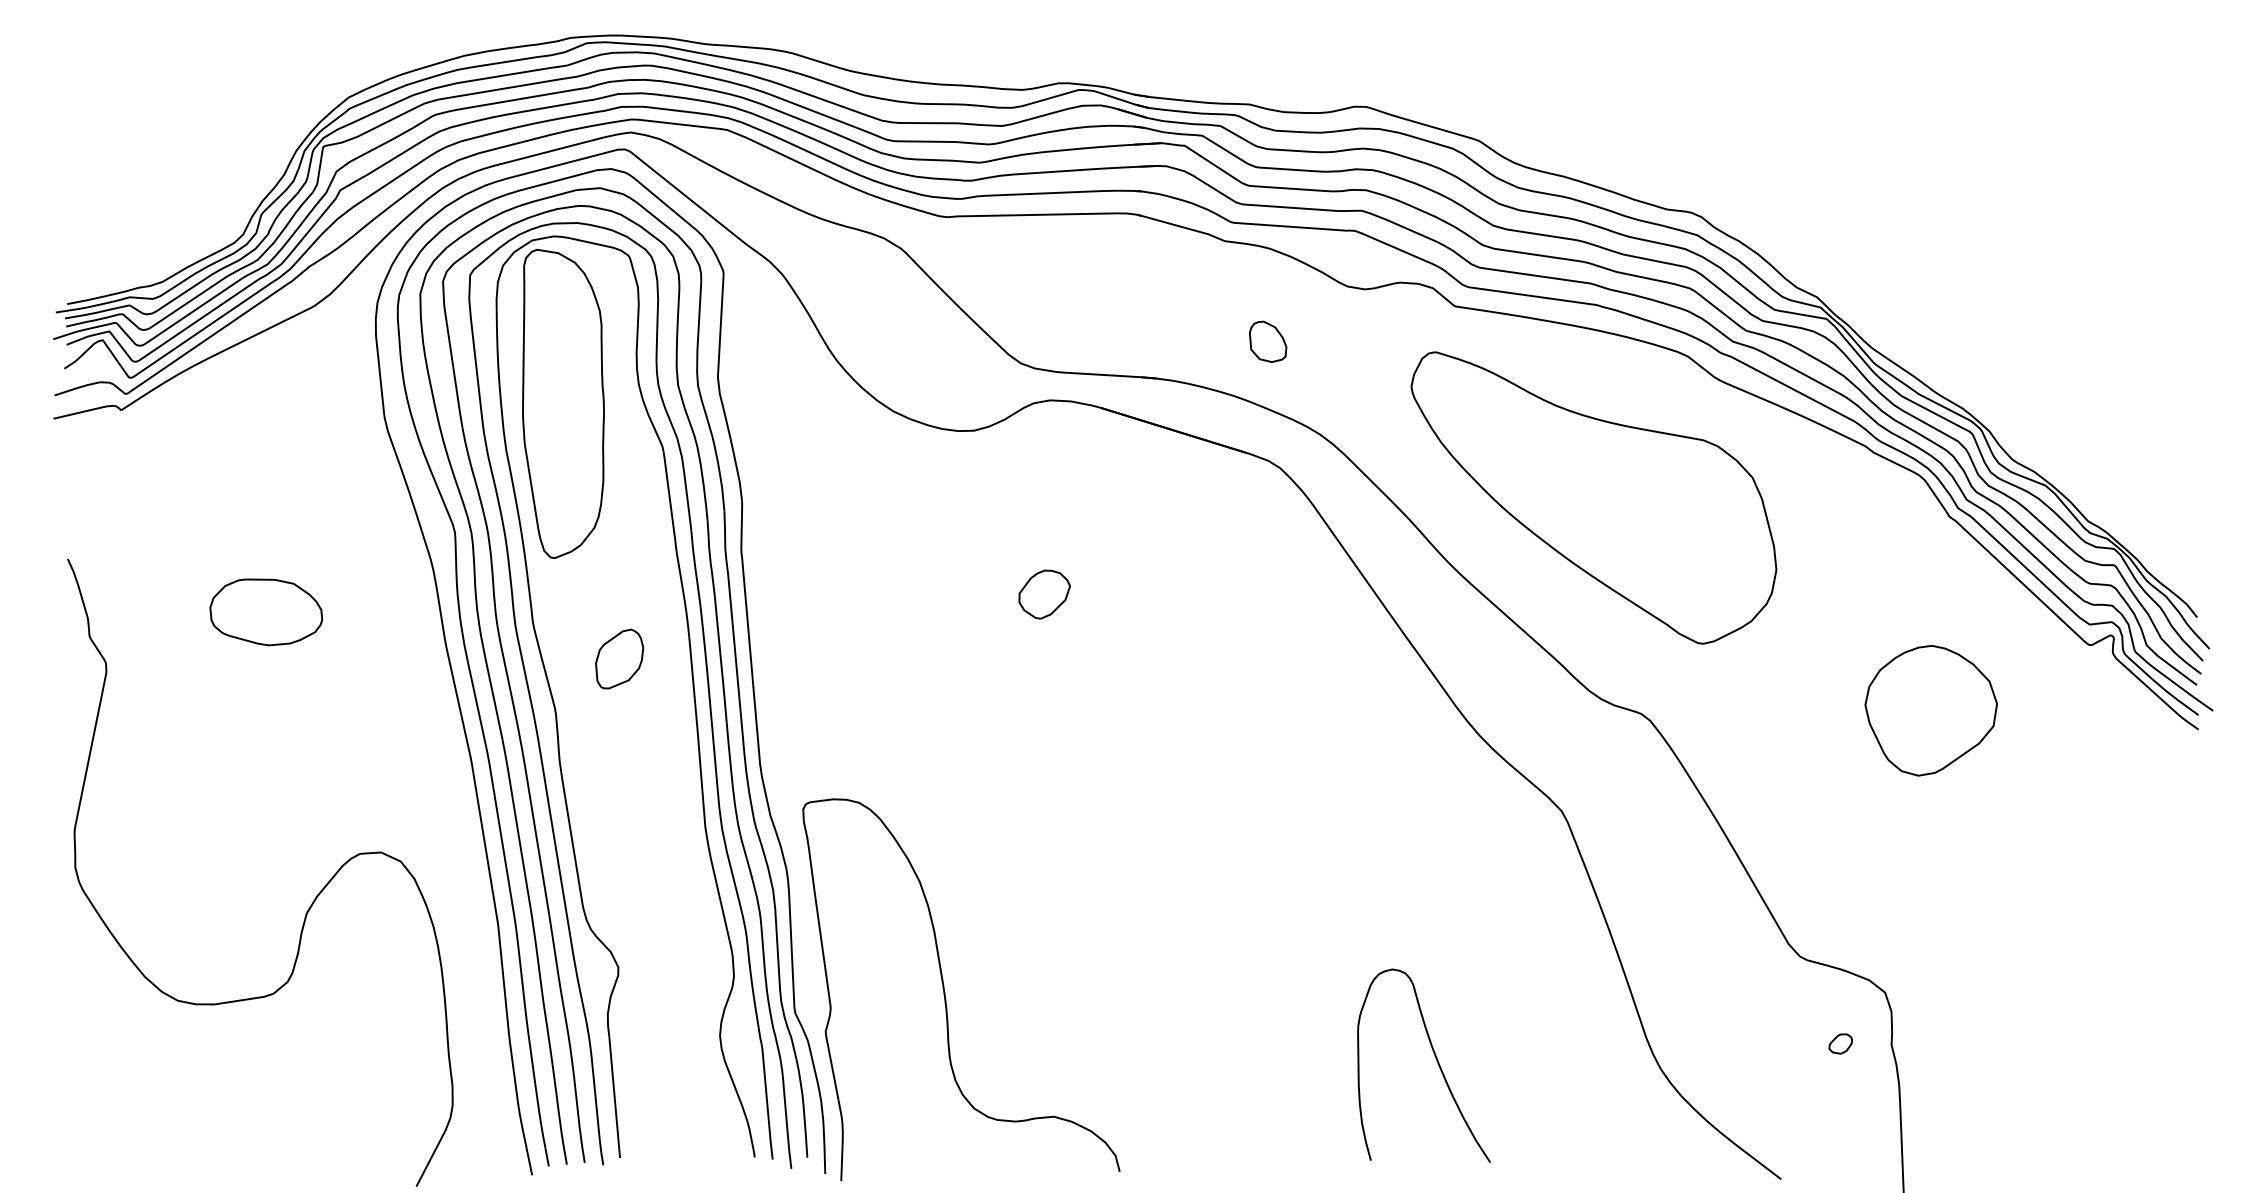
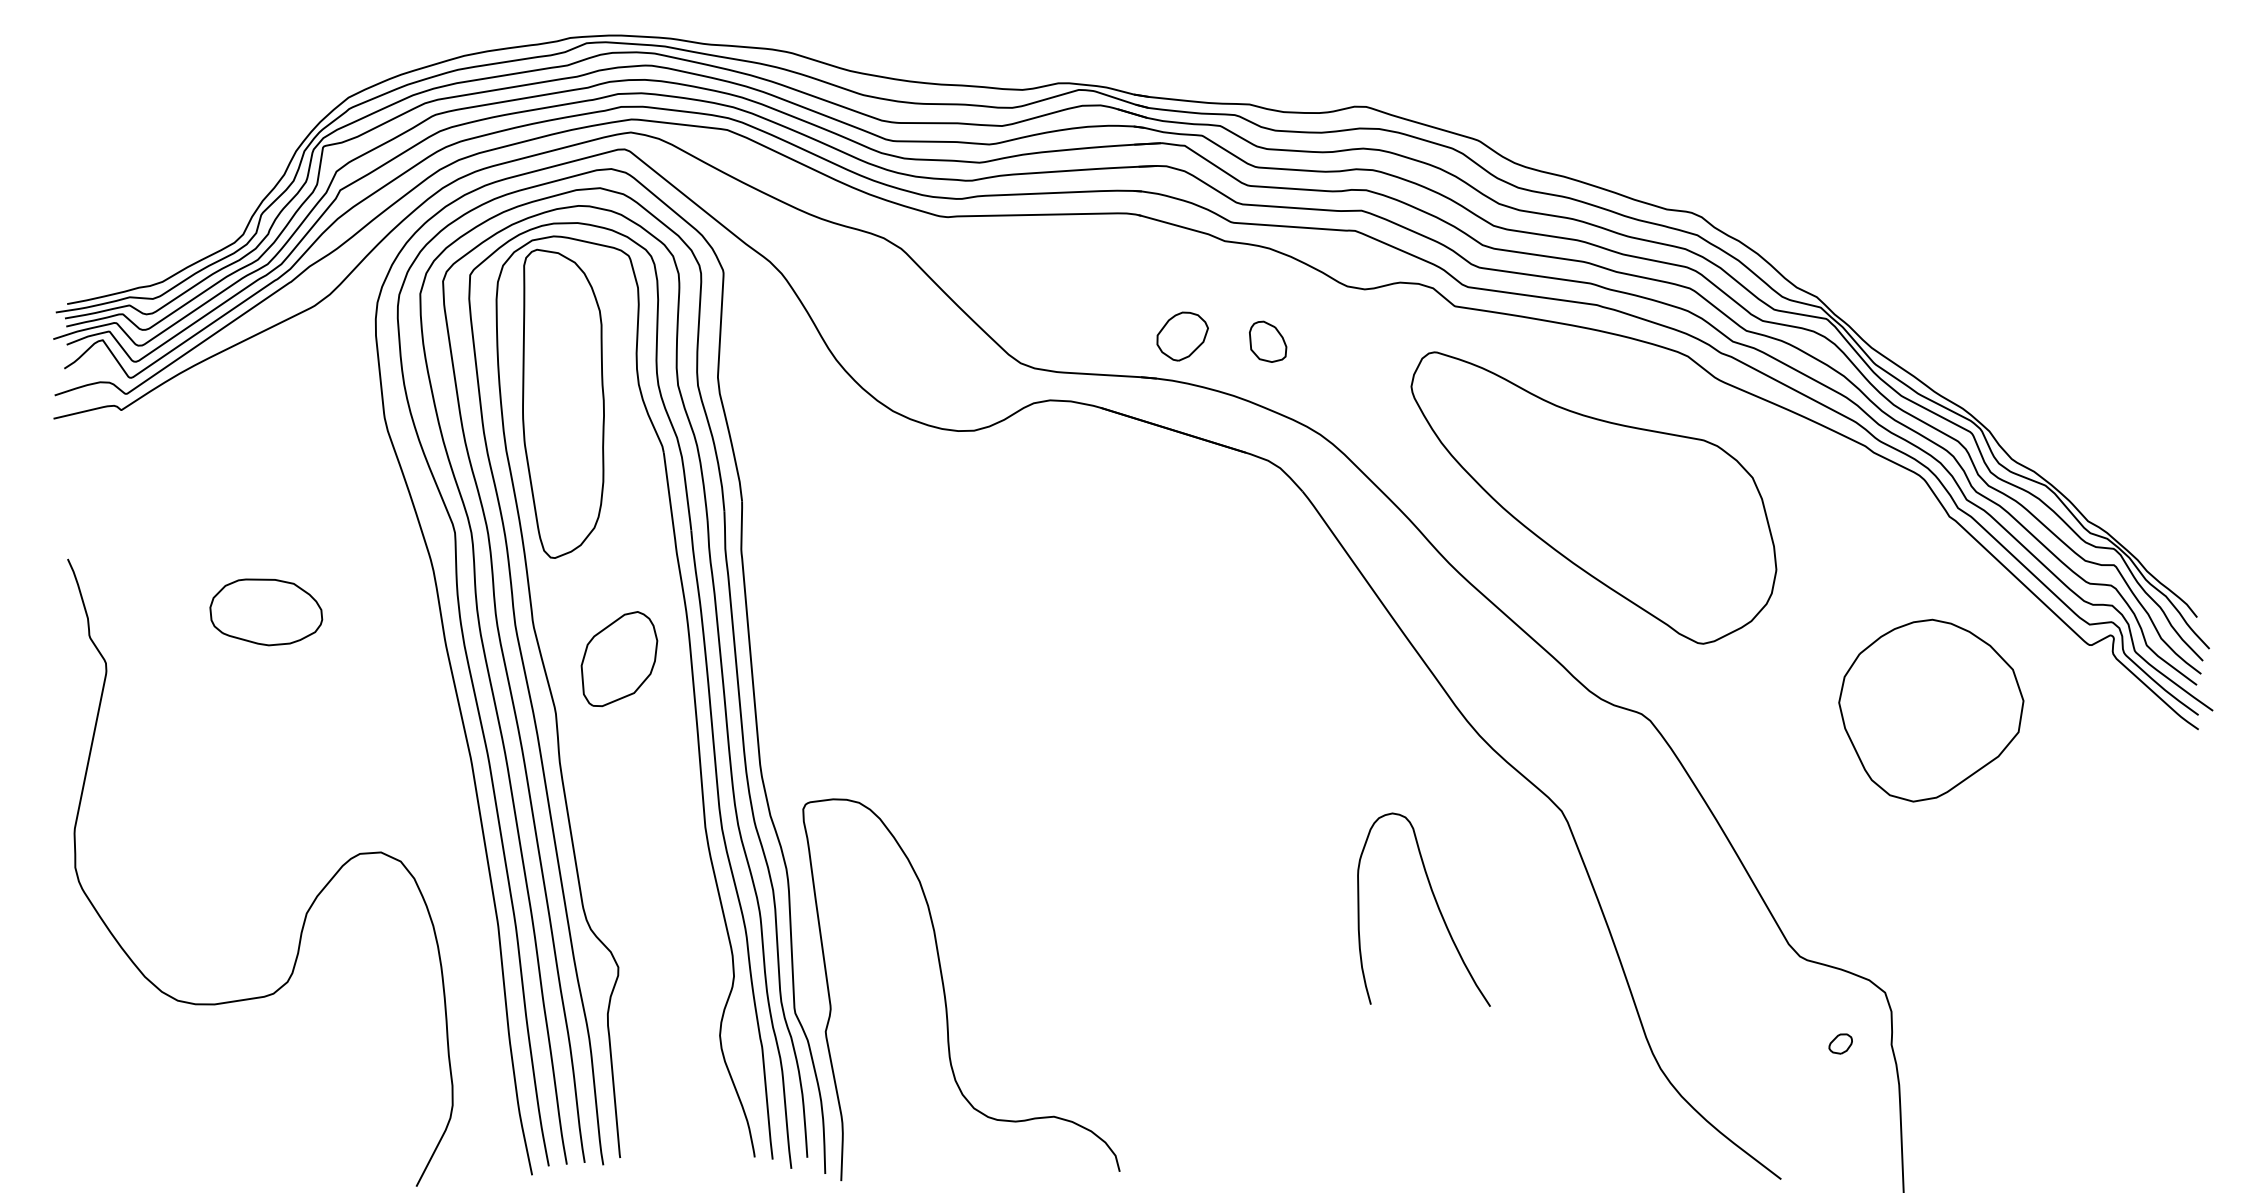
part at (1044, 594) position: (1044, 594) -> (1182, 336)
part at (619, 658) size: 50x62 px -> 79x97 px
part at (1930, 710) size: 134x132 px -> 187x185 px
curve at (1436, 1061) position: (1436, 1061) -> (1436, 905)
